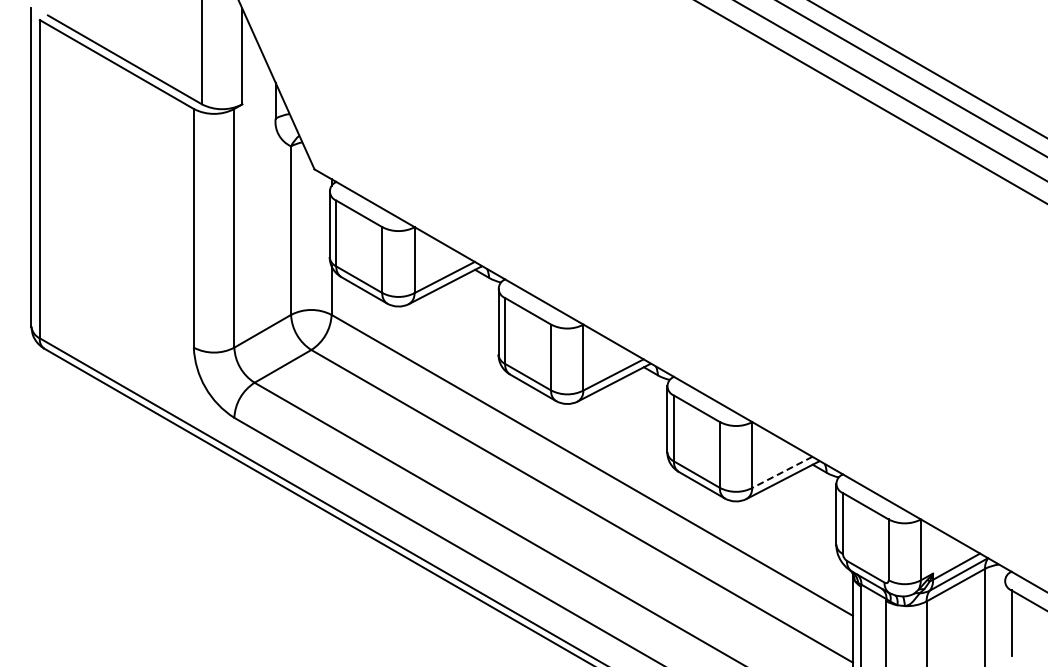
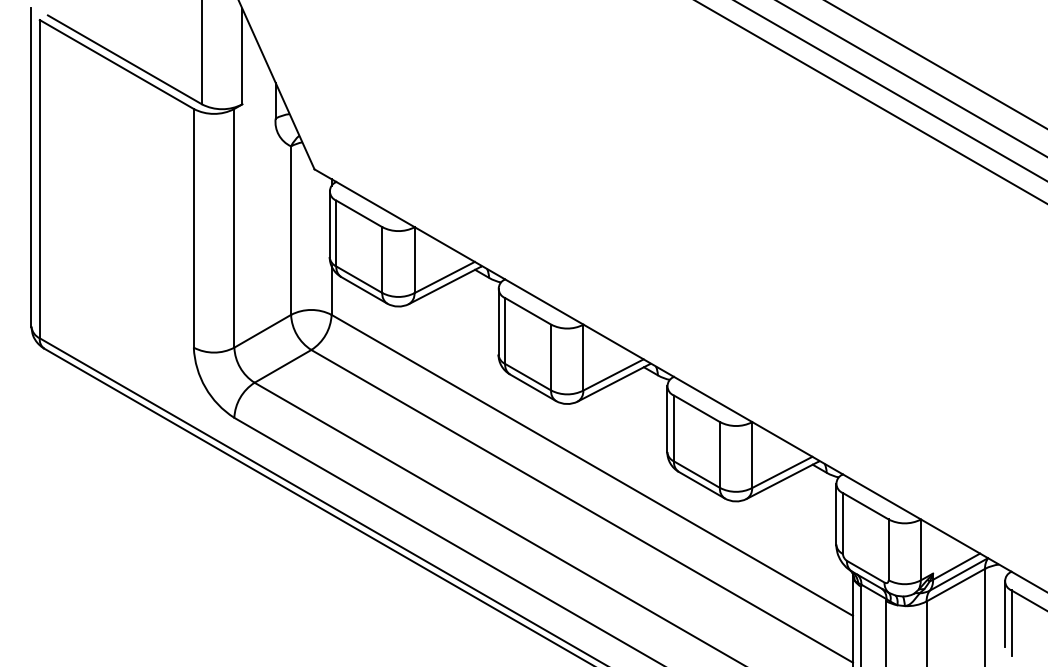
line at (927, 69) position: (927, 69) -> (935, 64)
line at (782, 472): dashed -> solid
line at (1004, 613): none -> present
